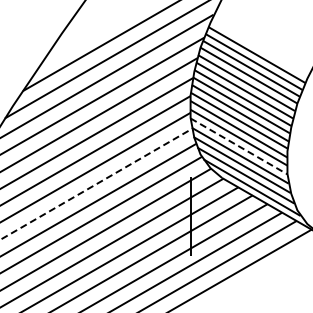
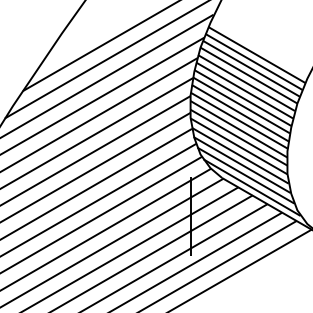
line at (239, 146): dashed -> solid
line at (96, 184): dashed -> solid
